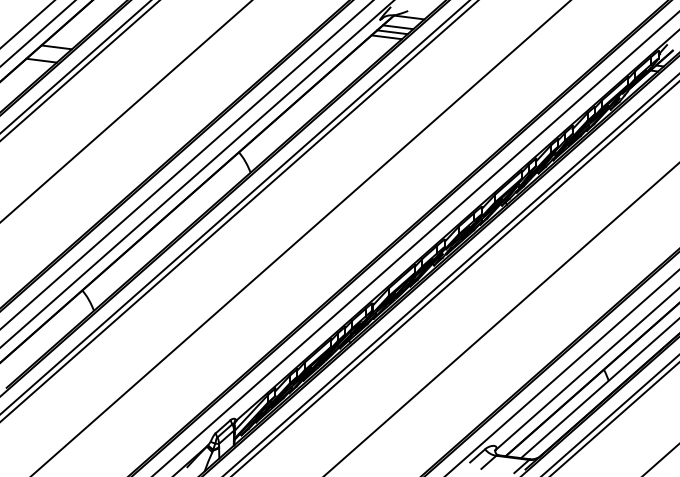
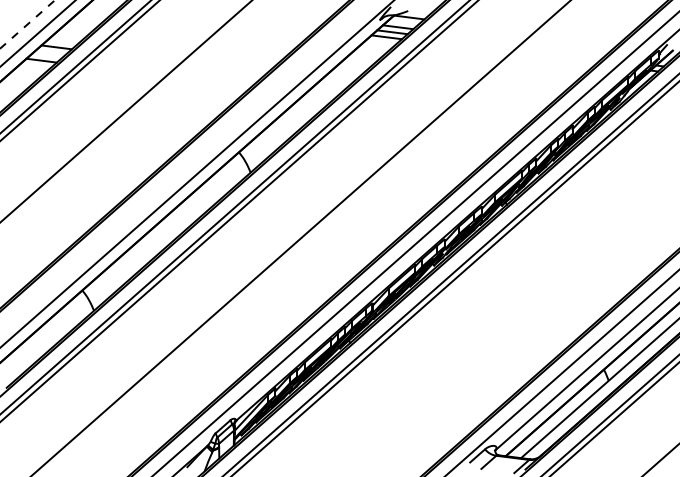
line at (28, 23): solid -> dashed
line at (186, 164): present -> none
line at (501, 319): present -> none
